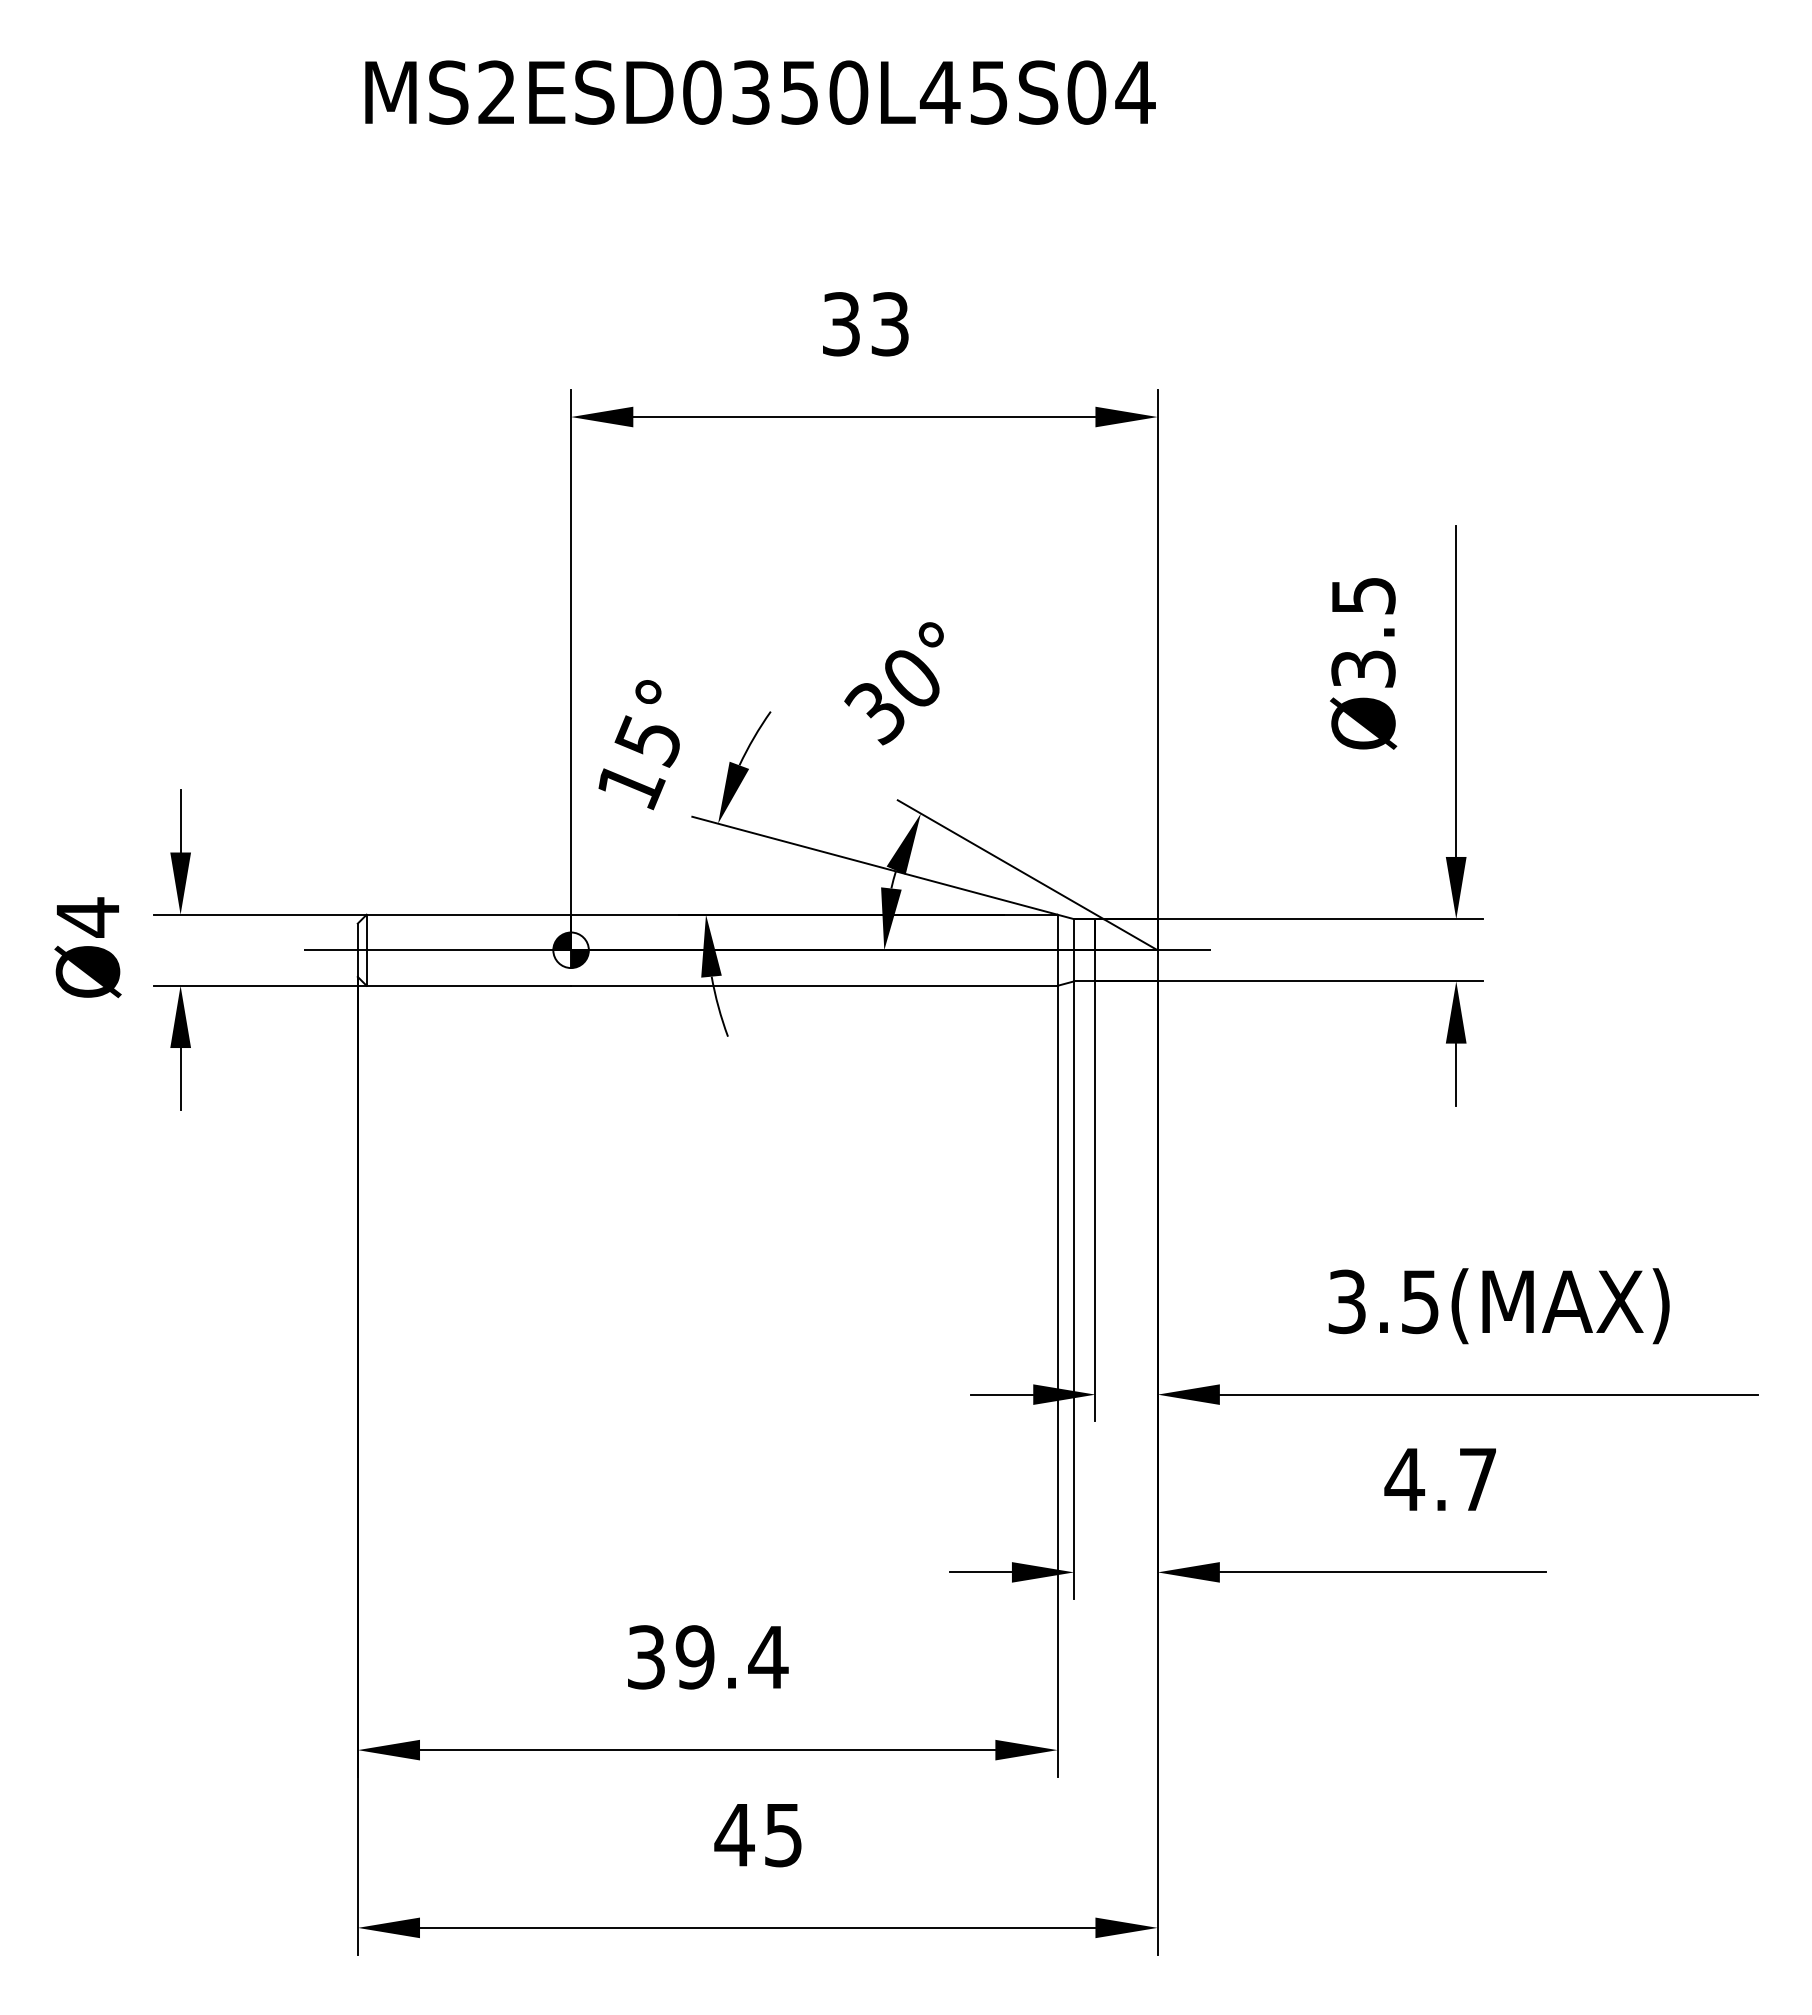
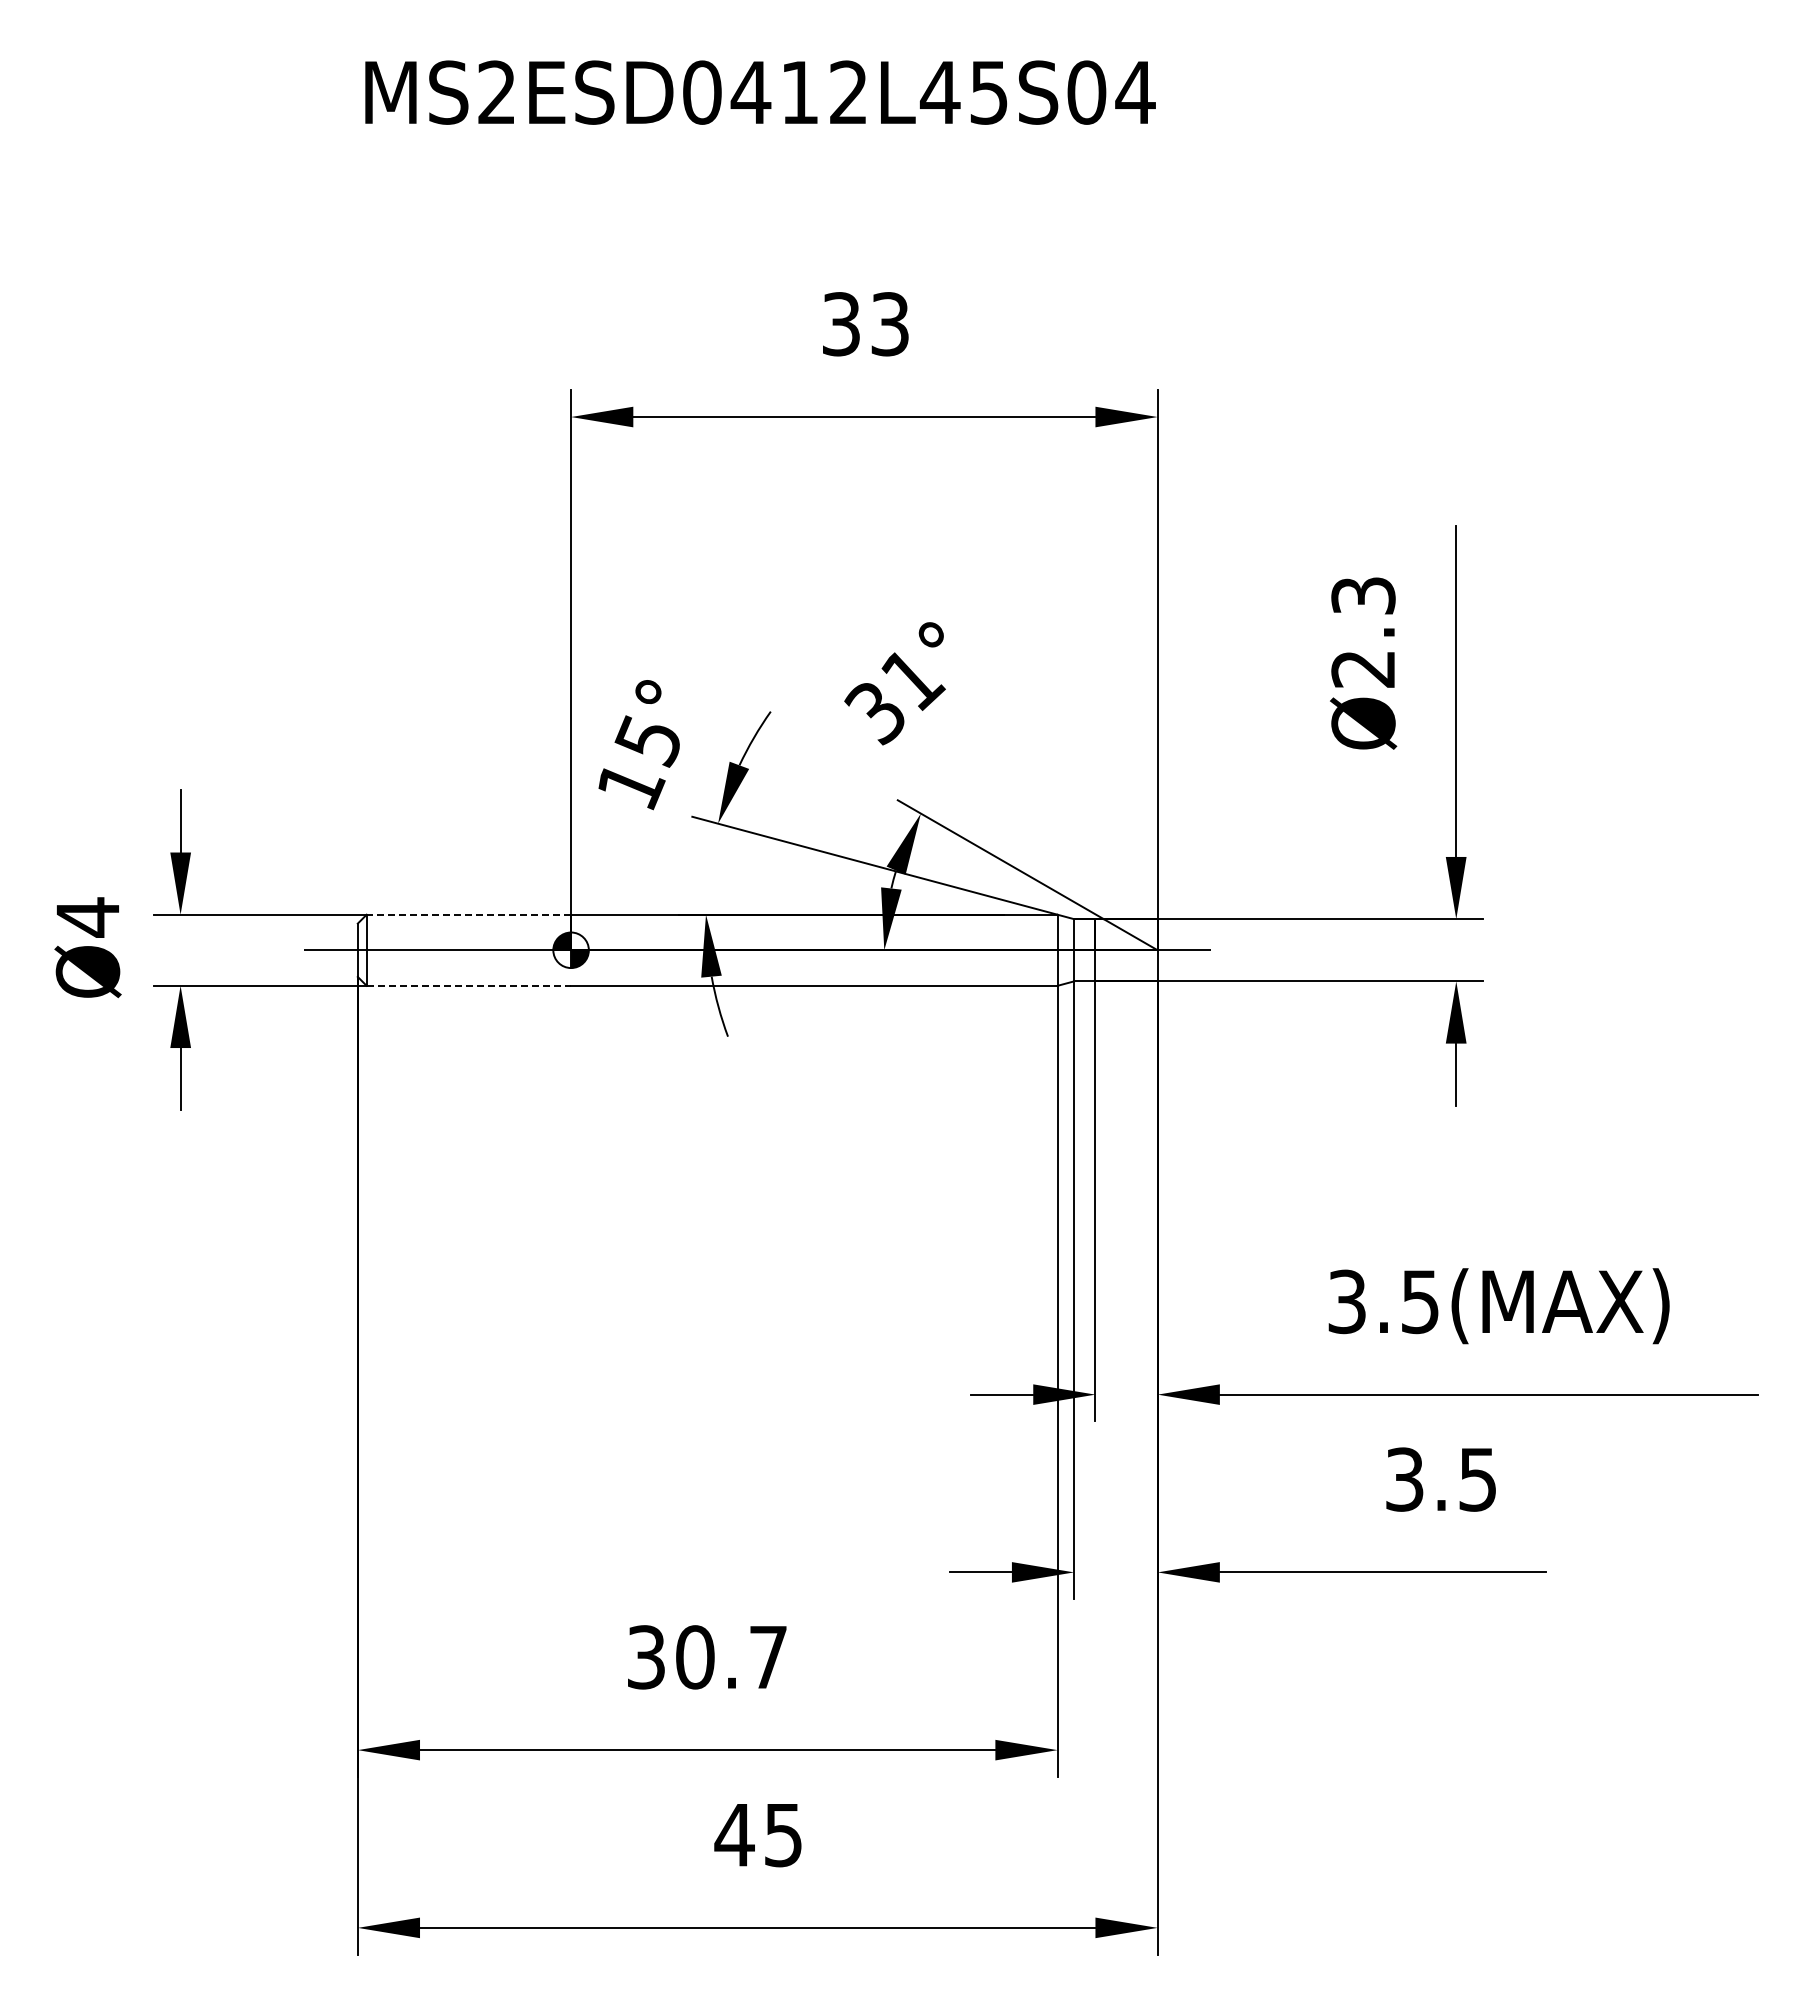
text at (799, 92): MS2ESD0350L45S04 -> MS2ESD0412L45S04
text at (1363, 632): Ø3.5 -> Ø2.3
text at (913, 680): 30° -> 31°
line at (468, 914): solid -> dashed
line at (469, 985): solid -> dashed
text at (1439, 1479): 4.7 -> 3.5
text at (731, 1657): 39.4 -> 30.7
